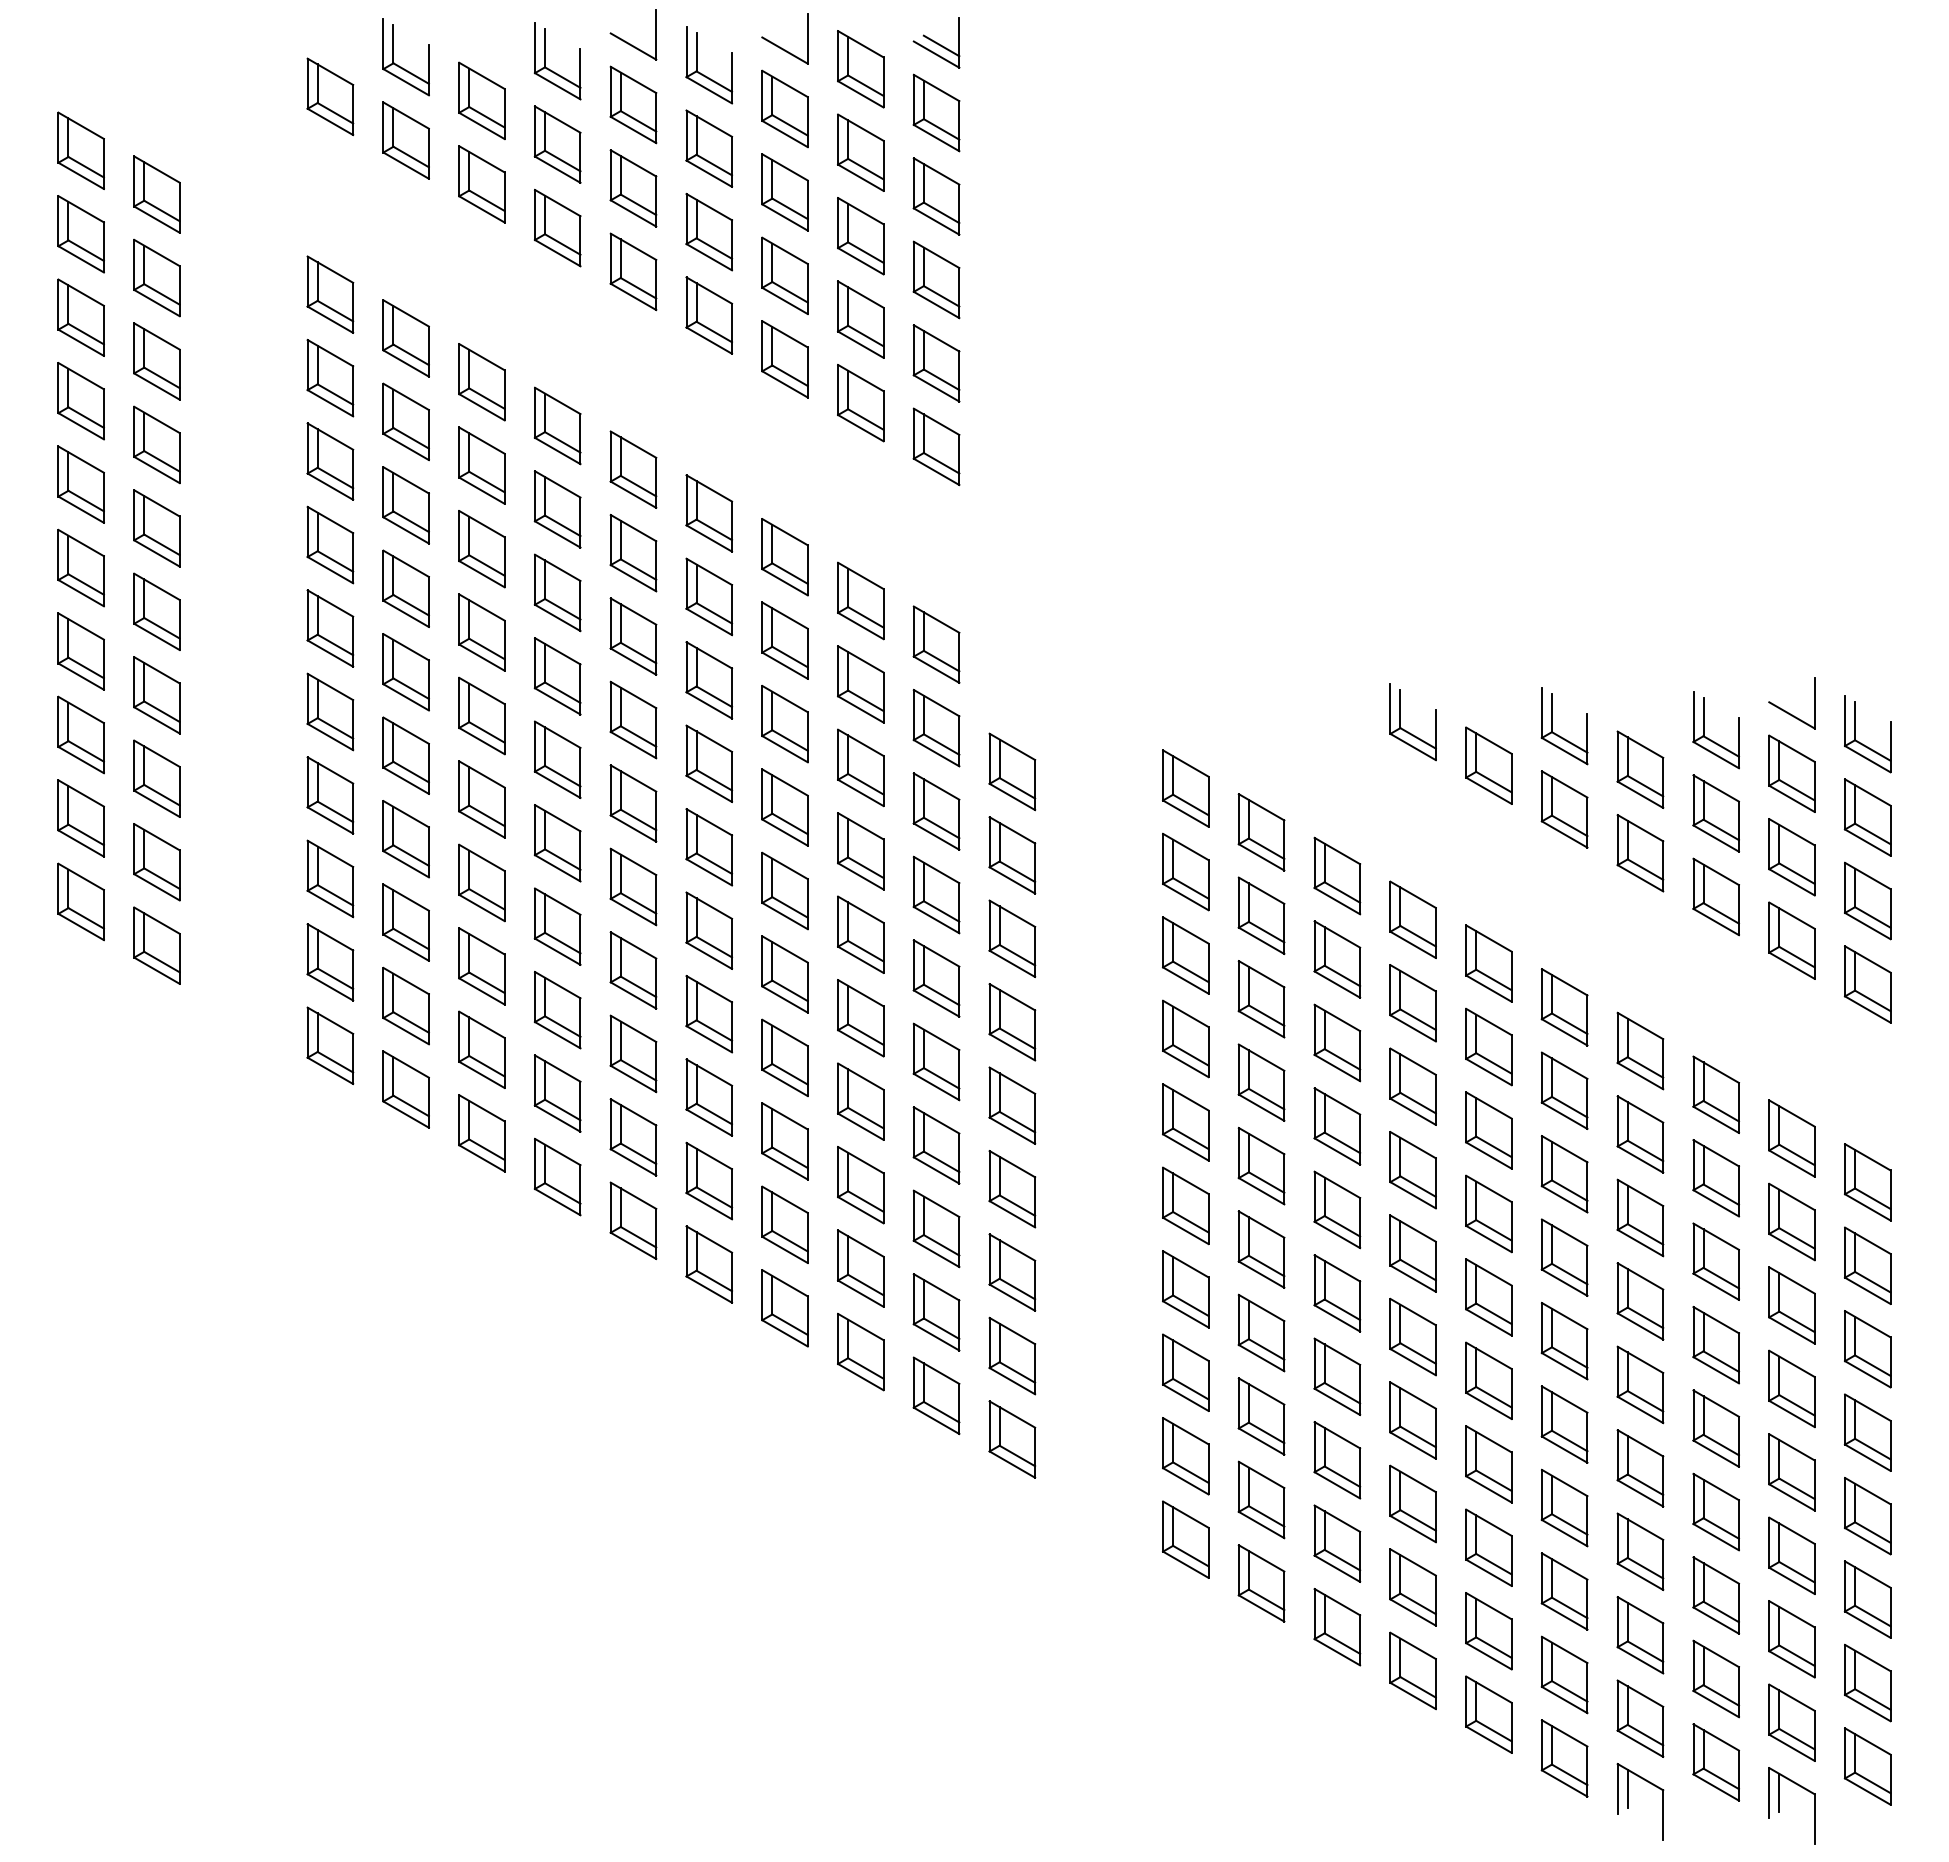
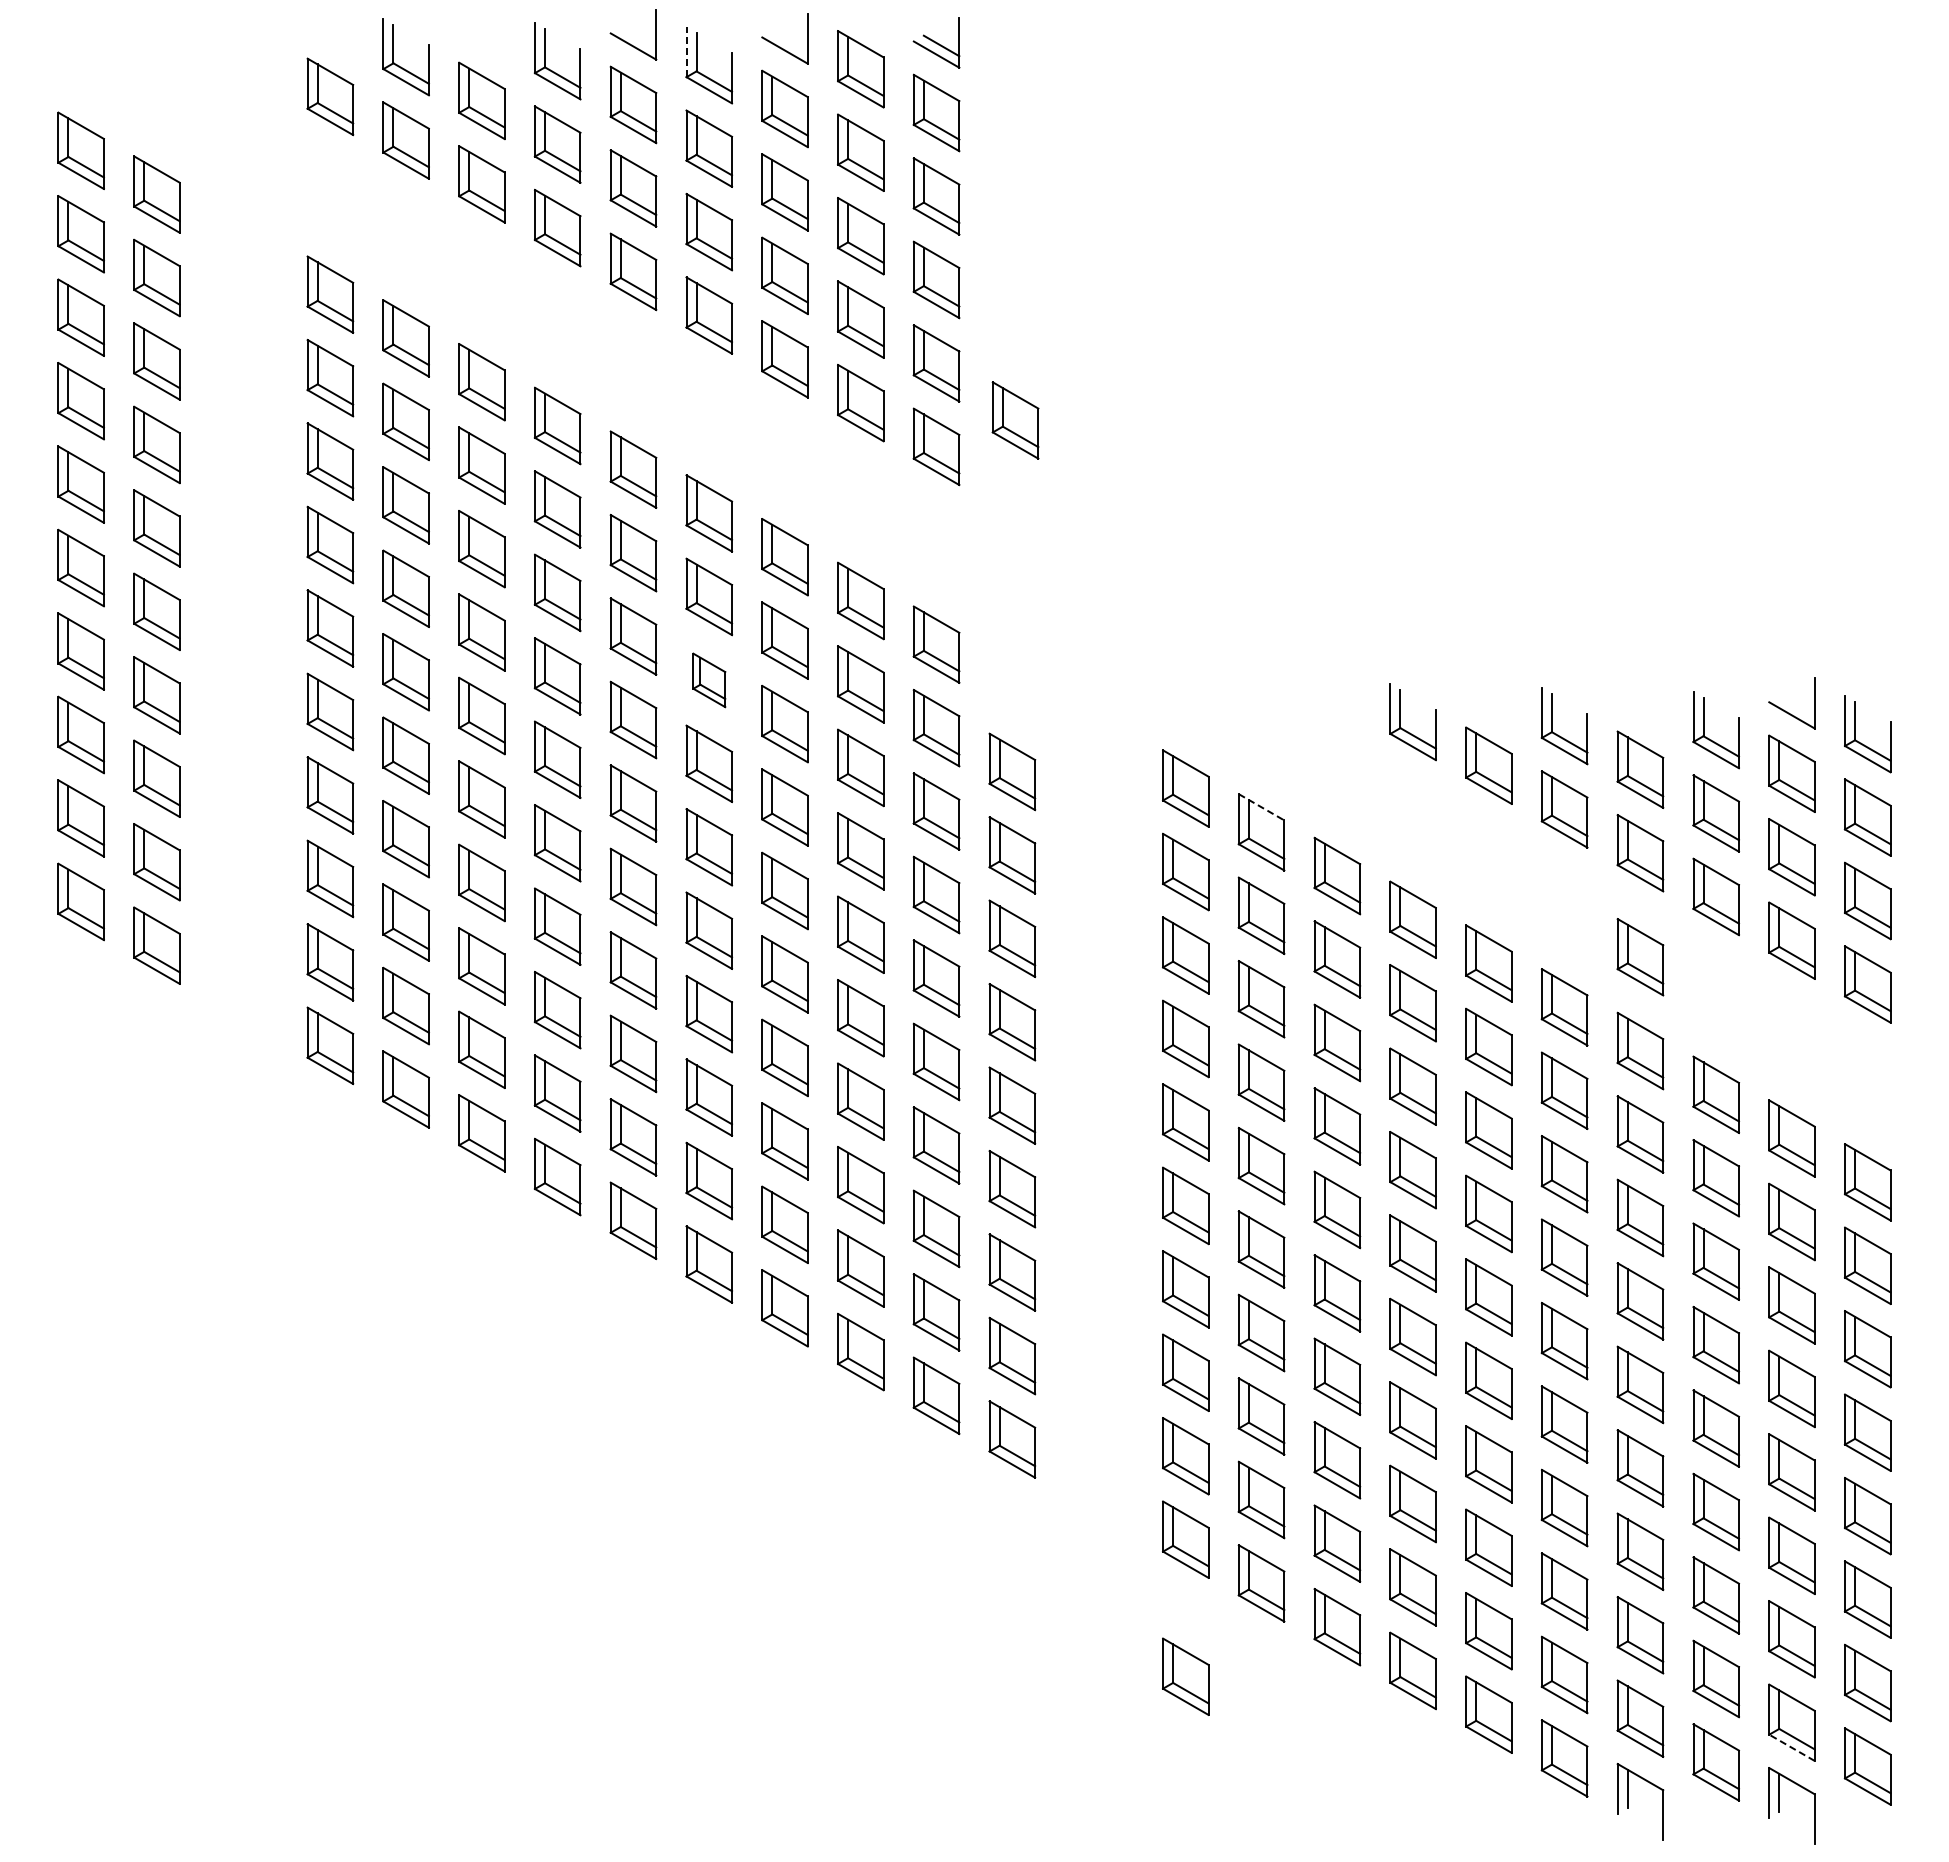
line at (686, 51): solid -> dashed
part at (1015, 420): none -> present
part at (709, 680) size: 49x79 px -> 35x57 px
line at (1262, 807): solid -> dashed
part at (1640, 957): none -> present
part at (1185, 1676): none -> present
line at (1791, 1747): solid -> dashed
